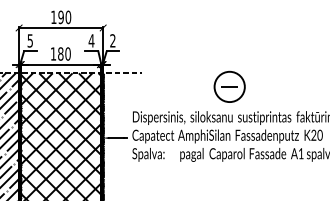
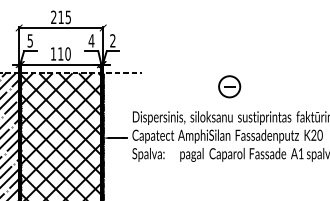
text at (61, 17): 190 -> 215
text at (60, 53): 180 -> 110
part at (229, 86) size: 33x33 px -> 24x24 px
